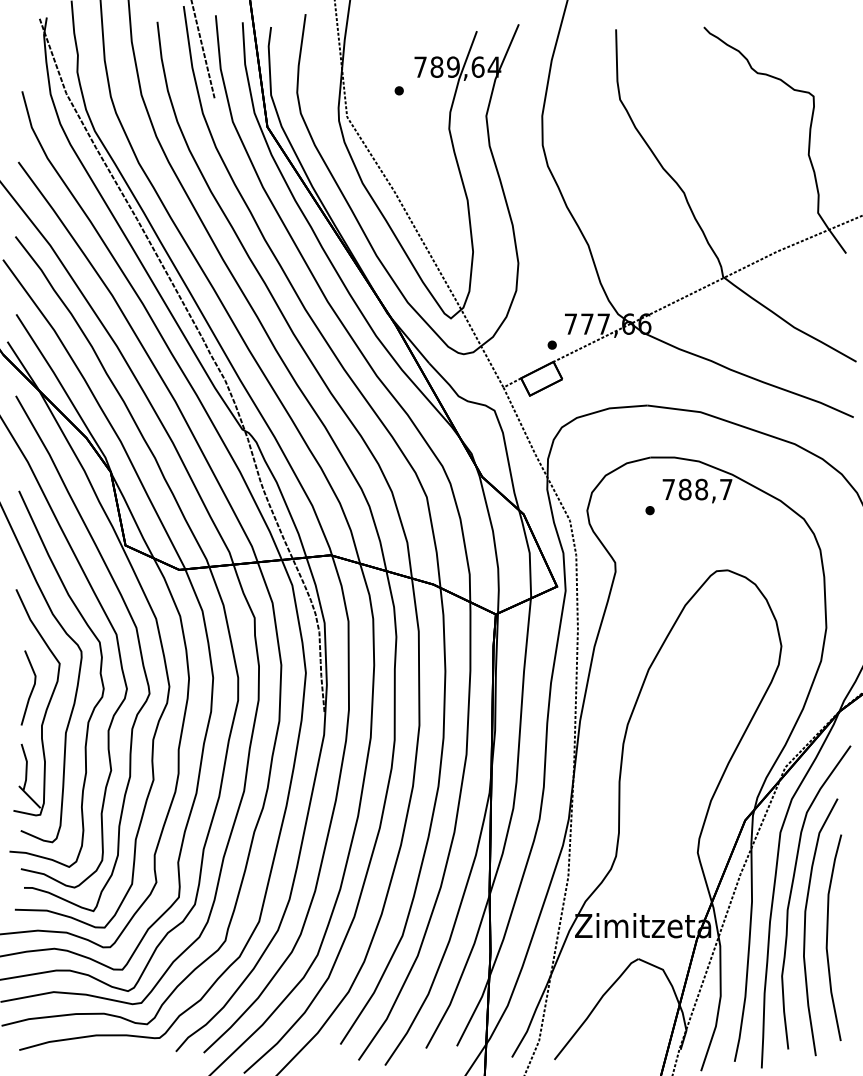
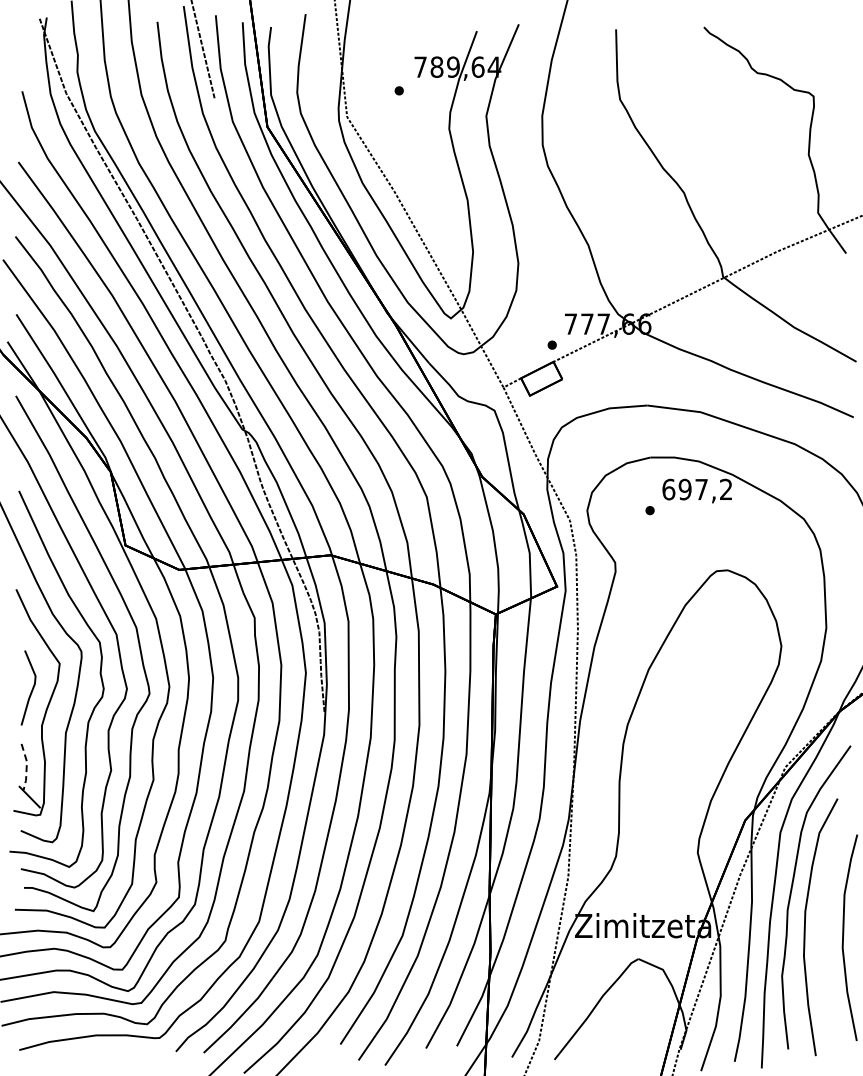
text at (697, 489): 788,7 -> 697,2
line at (26, 767): solid -> dashed
curve at (828, 934) position: (828, 934) -> (844, 934)
